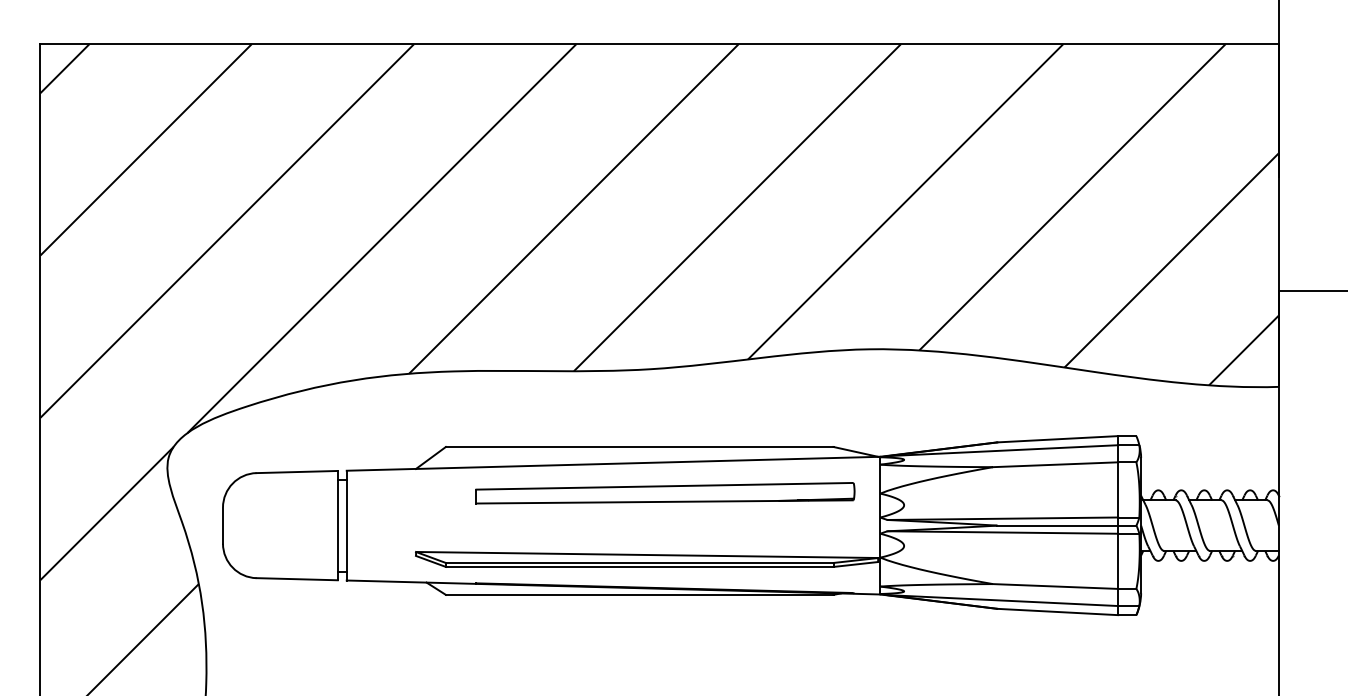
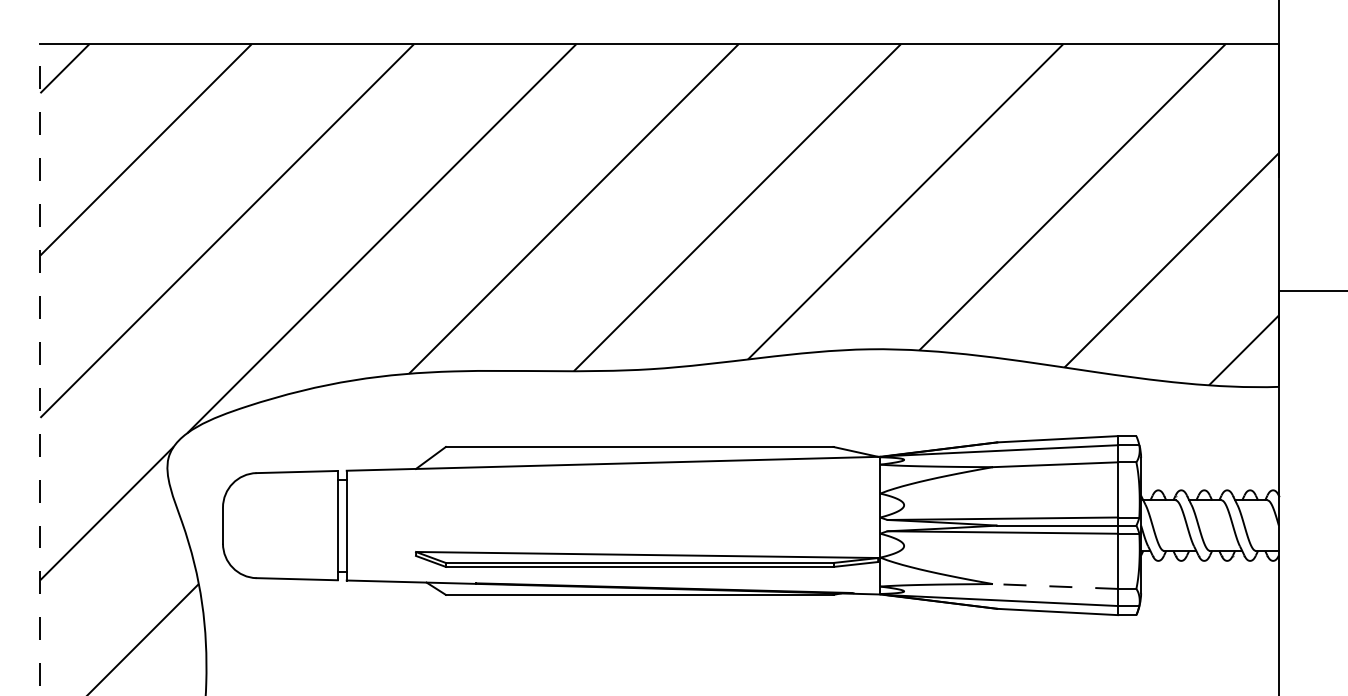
line at (40, 369): solid -> dashed
part at (665, 493): present -> none
line at (1055, 586): solid -> dashed
